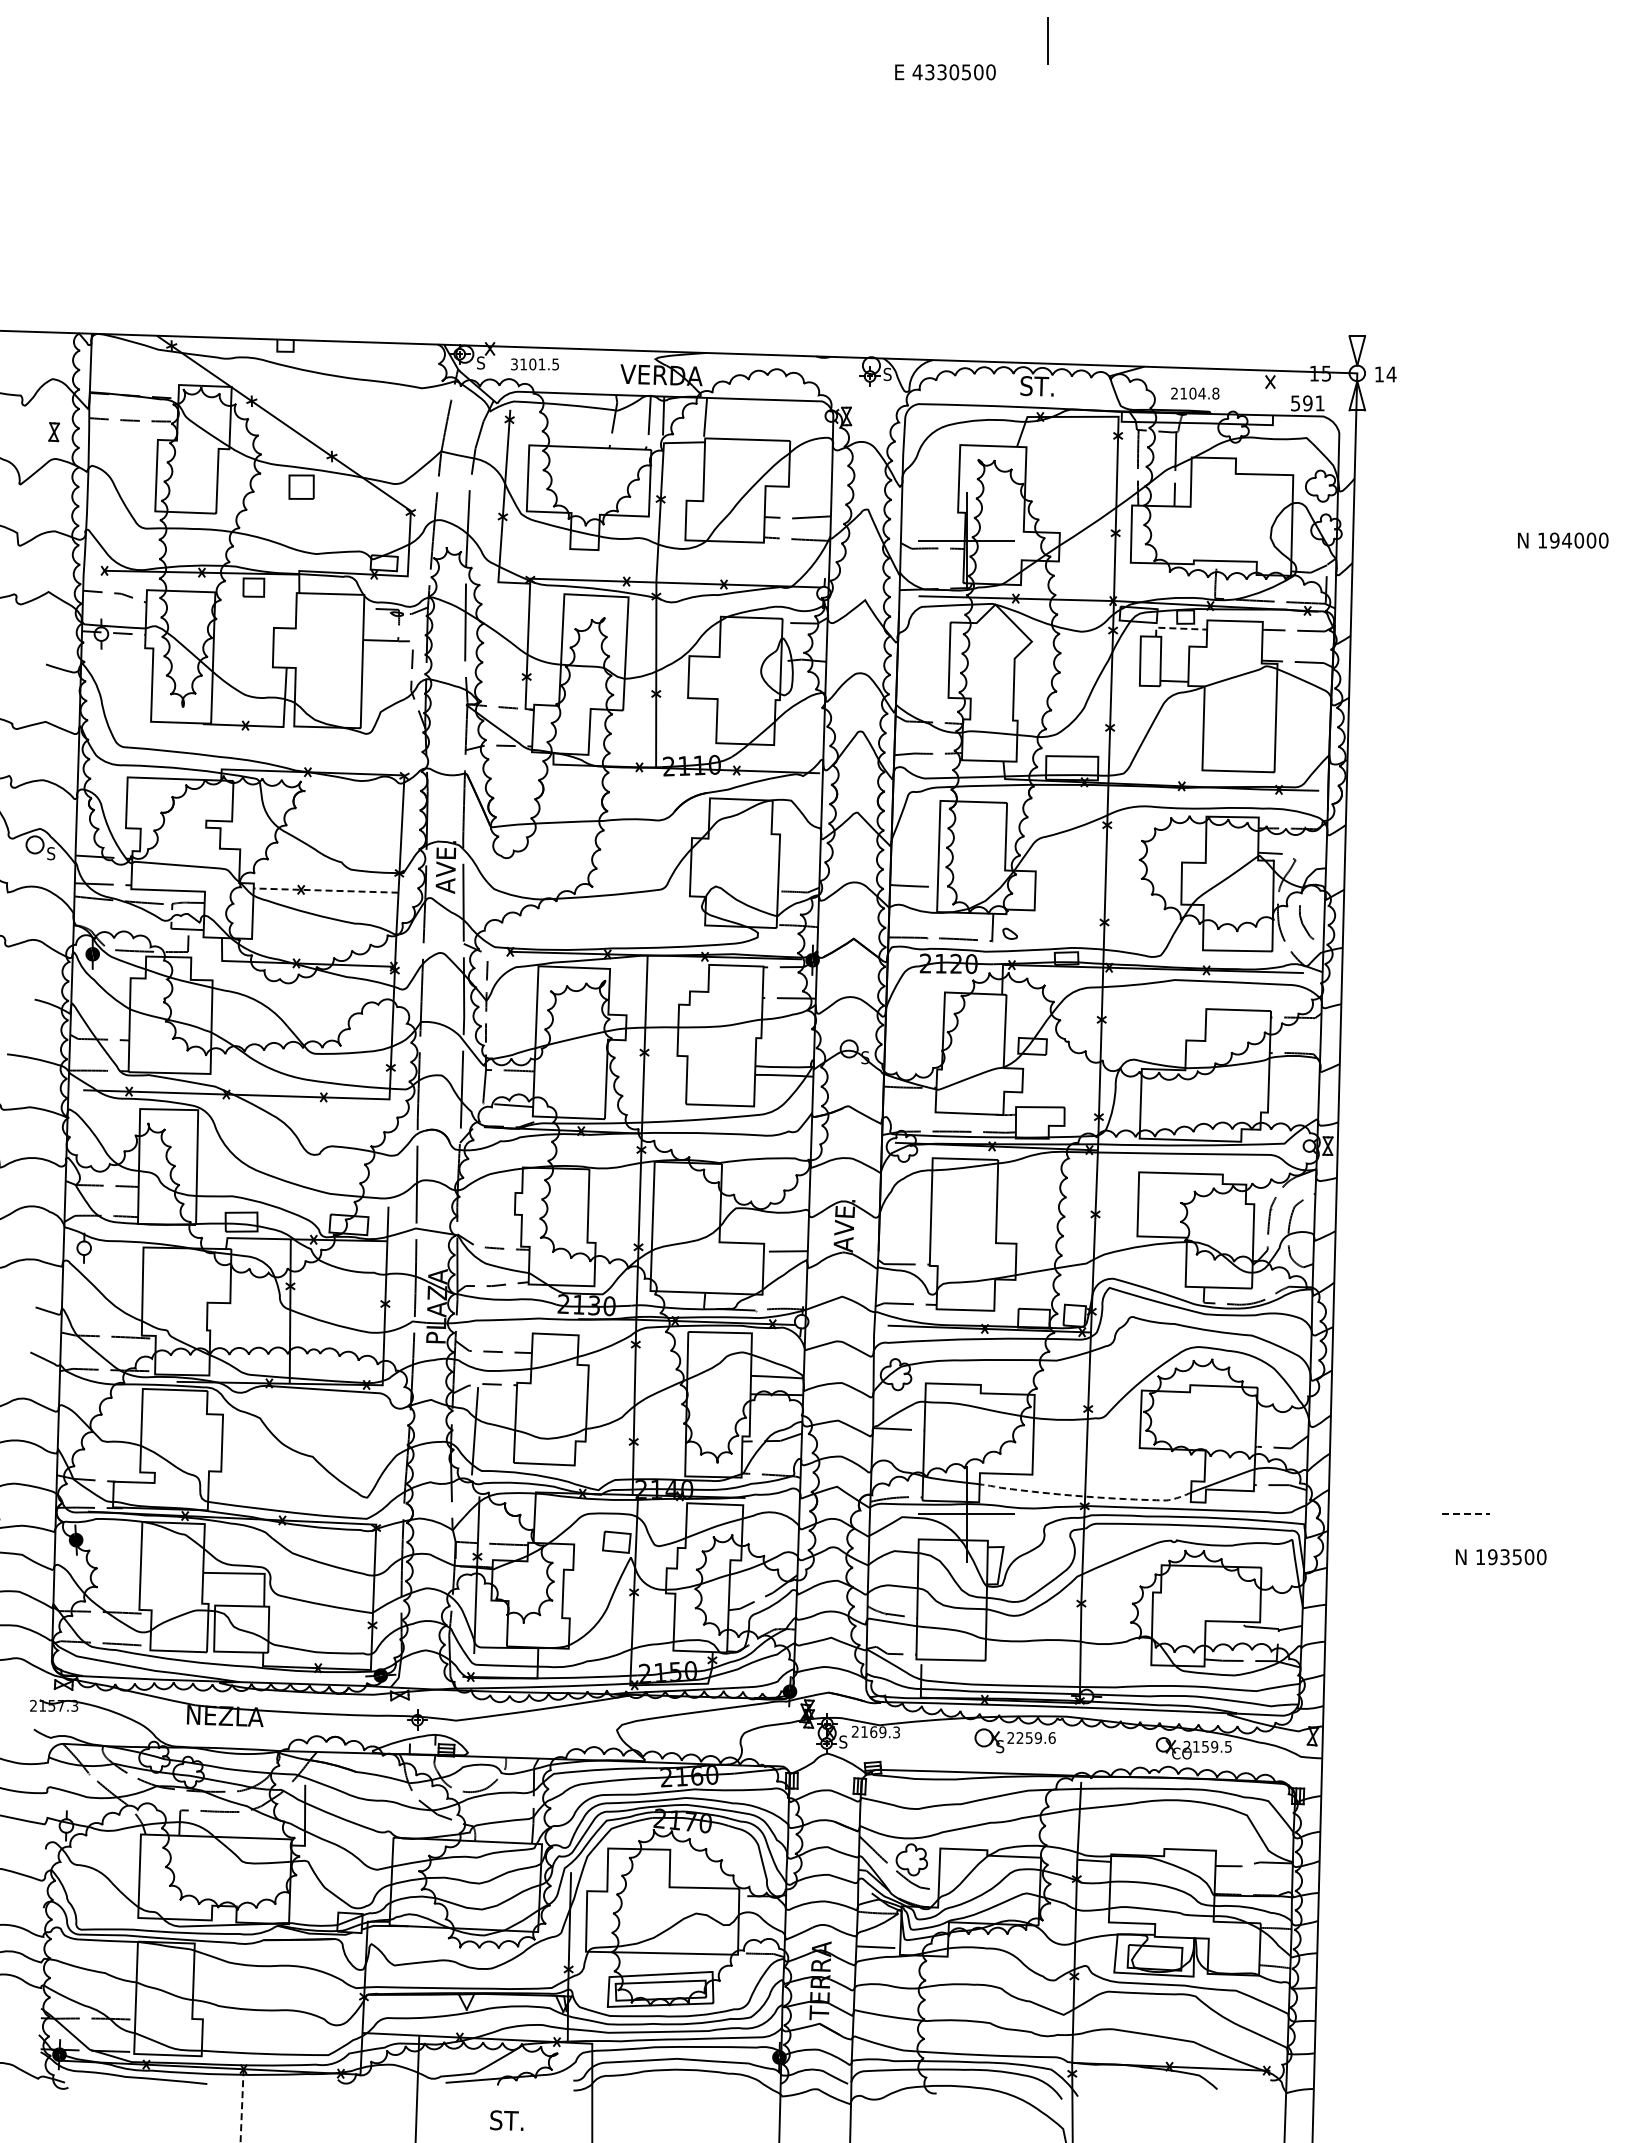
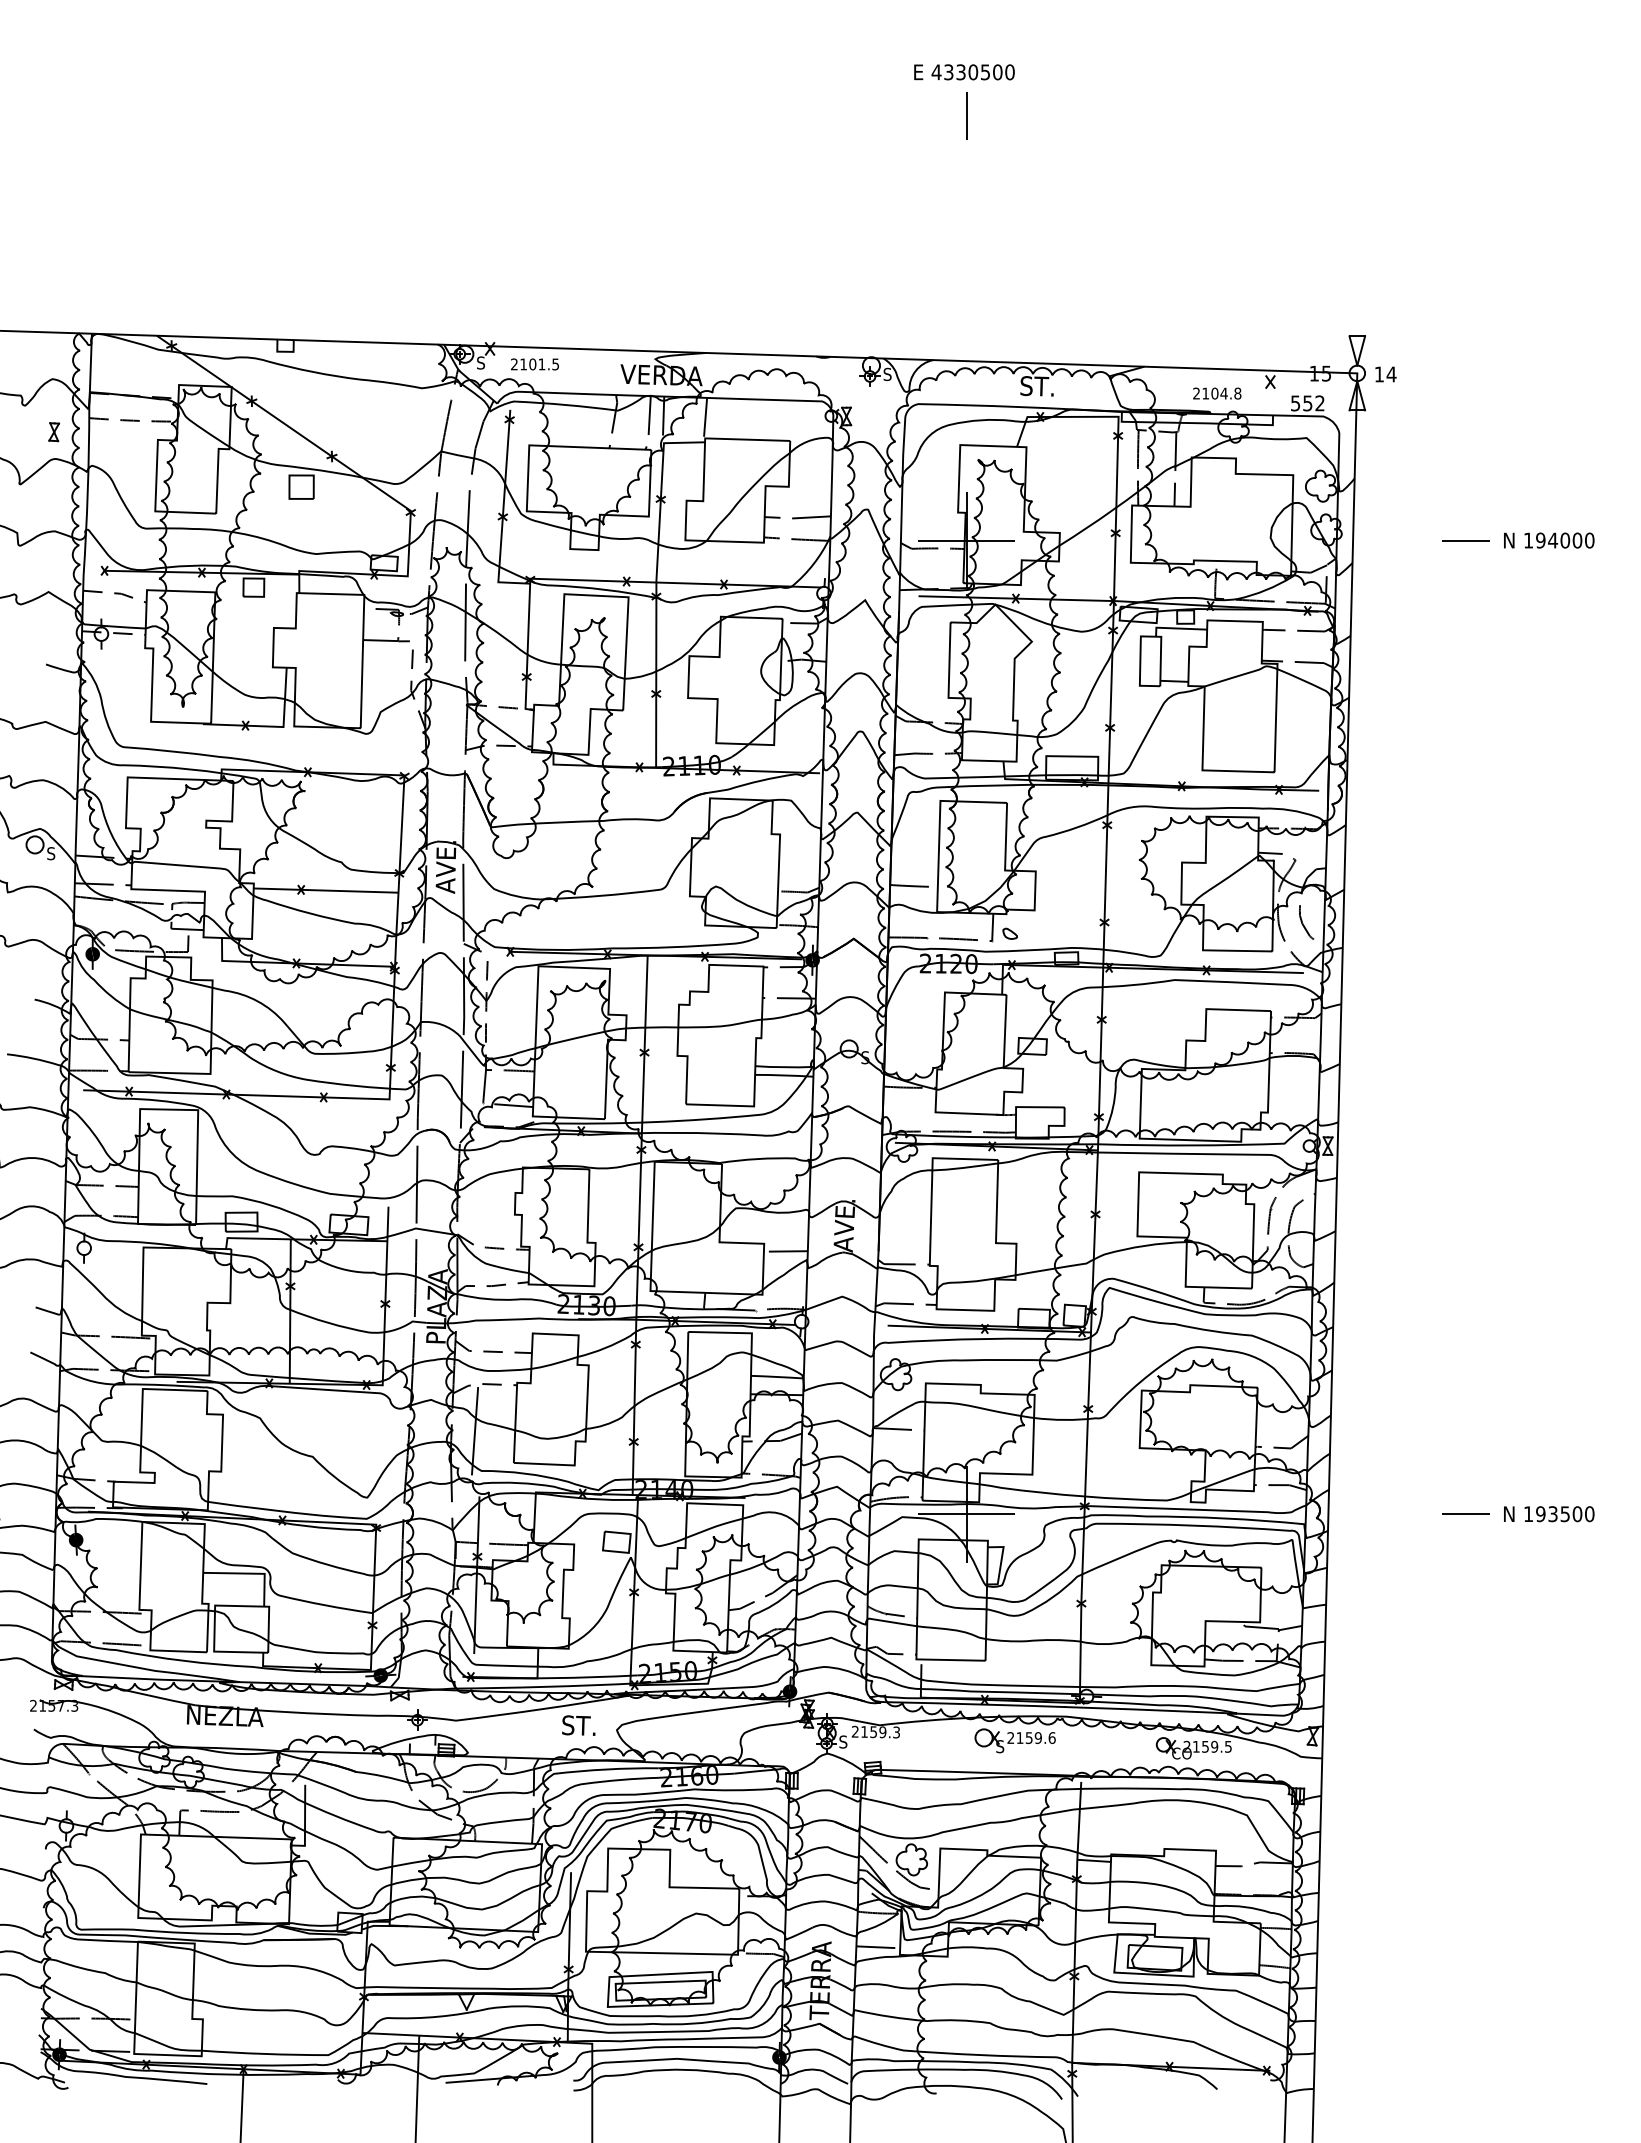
line at (1047, 40) position: (1047, 40) -> (966, 115)
text at (945, 72) position: (945, 72) -> (964, 72)
text at (514, 364): 3101.5 -> 2101.5
text at (1195, 393) position: (1195, 393) -> (1217, 393)
text at (1313, 403): 591 -> 552
line at (1465, 540): none -> present
text at (1563, 540) position: (1563, 540) -> (1549, 540)
line at (1177, 628): dashed -> solid
line at (325, 890): dashed -> solid
line at (1084, 1496): dashed -> solid
line at (1466, 1514): dashed -> solid
text at (1501, 1557) position: (1501, 1557) -> (1549, 1514)
text at (873, 1732): 2169.3 -> 2159.3
text at (1019, 1737): 2259.6 -> 2159.6
line at (242, 2106): dashed -> solid
text at (506, 2120) position: (506, 2120) -> (578, 1725)
